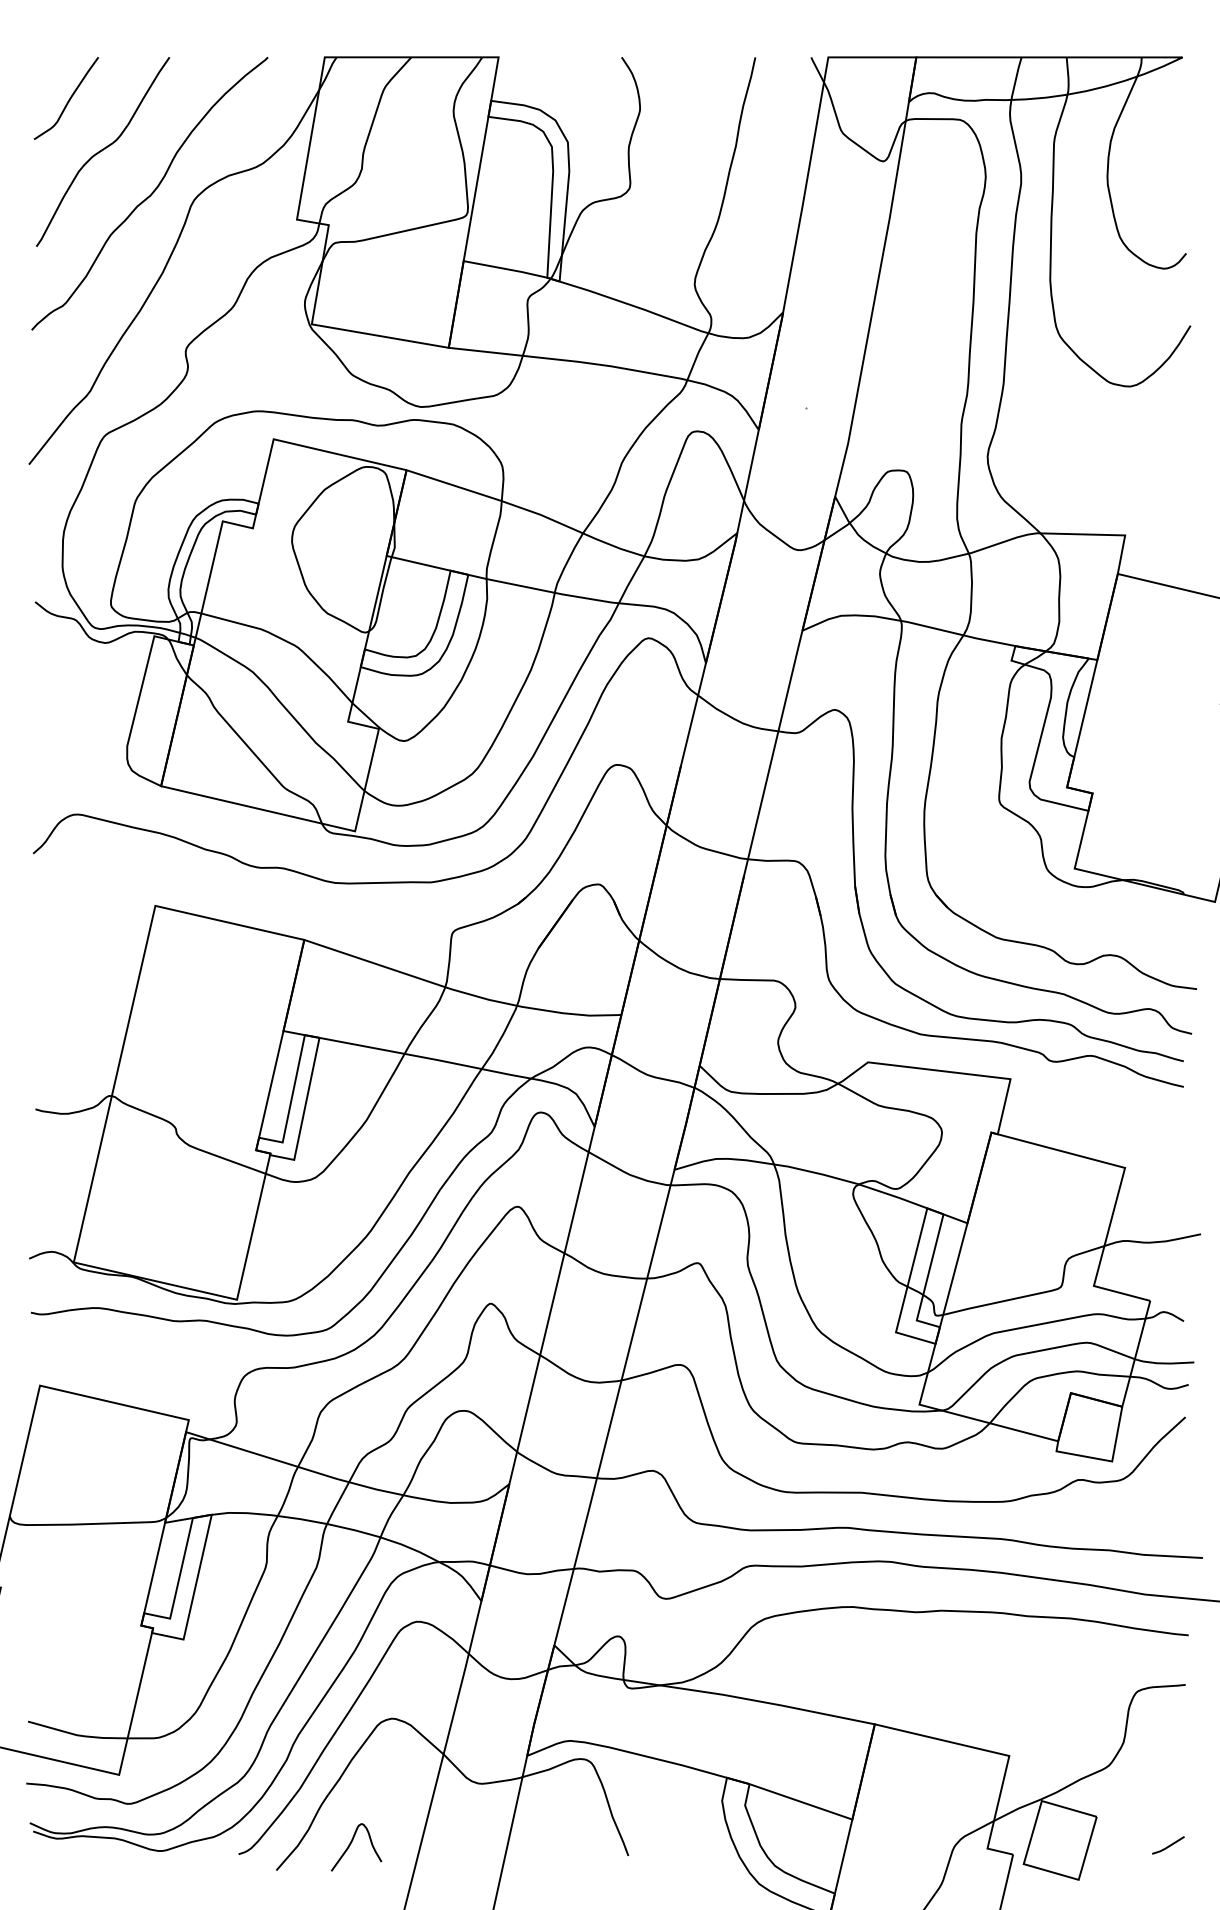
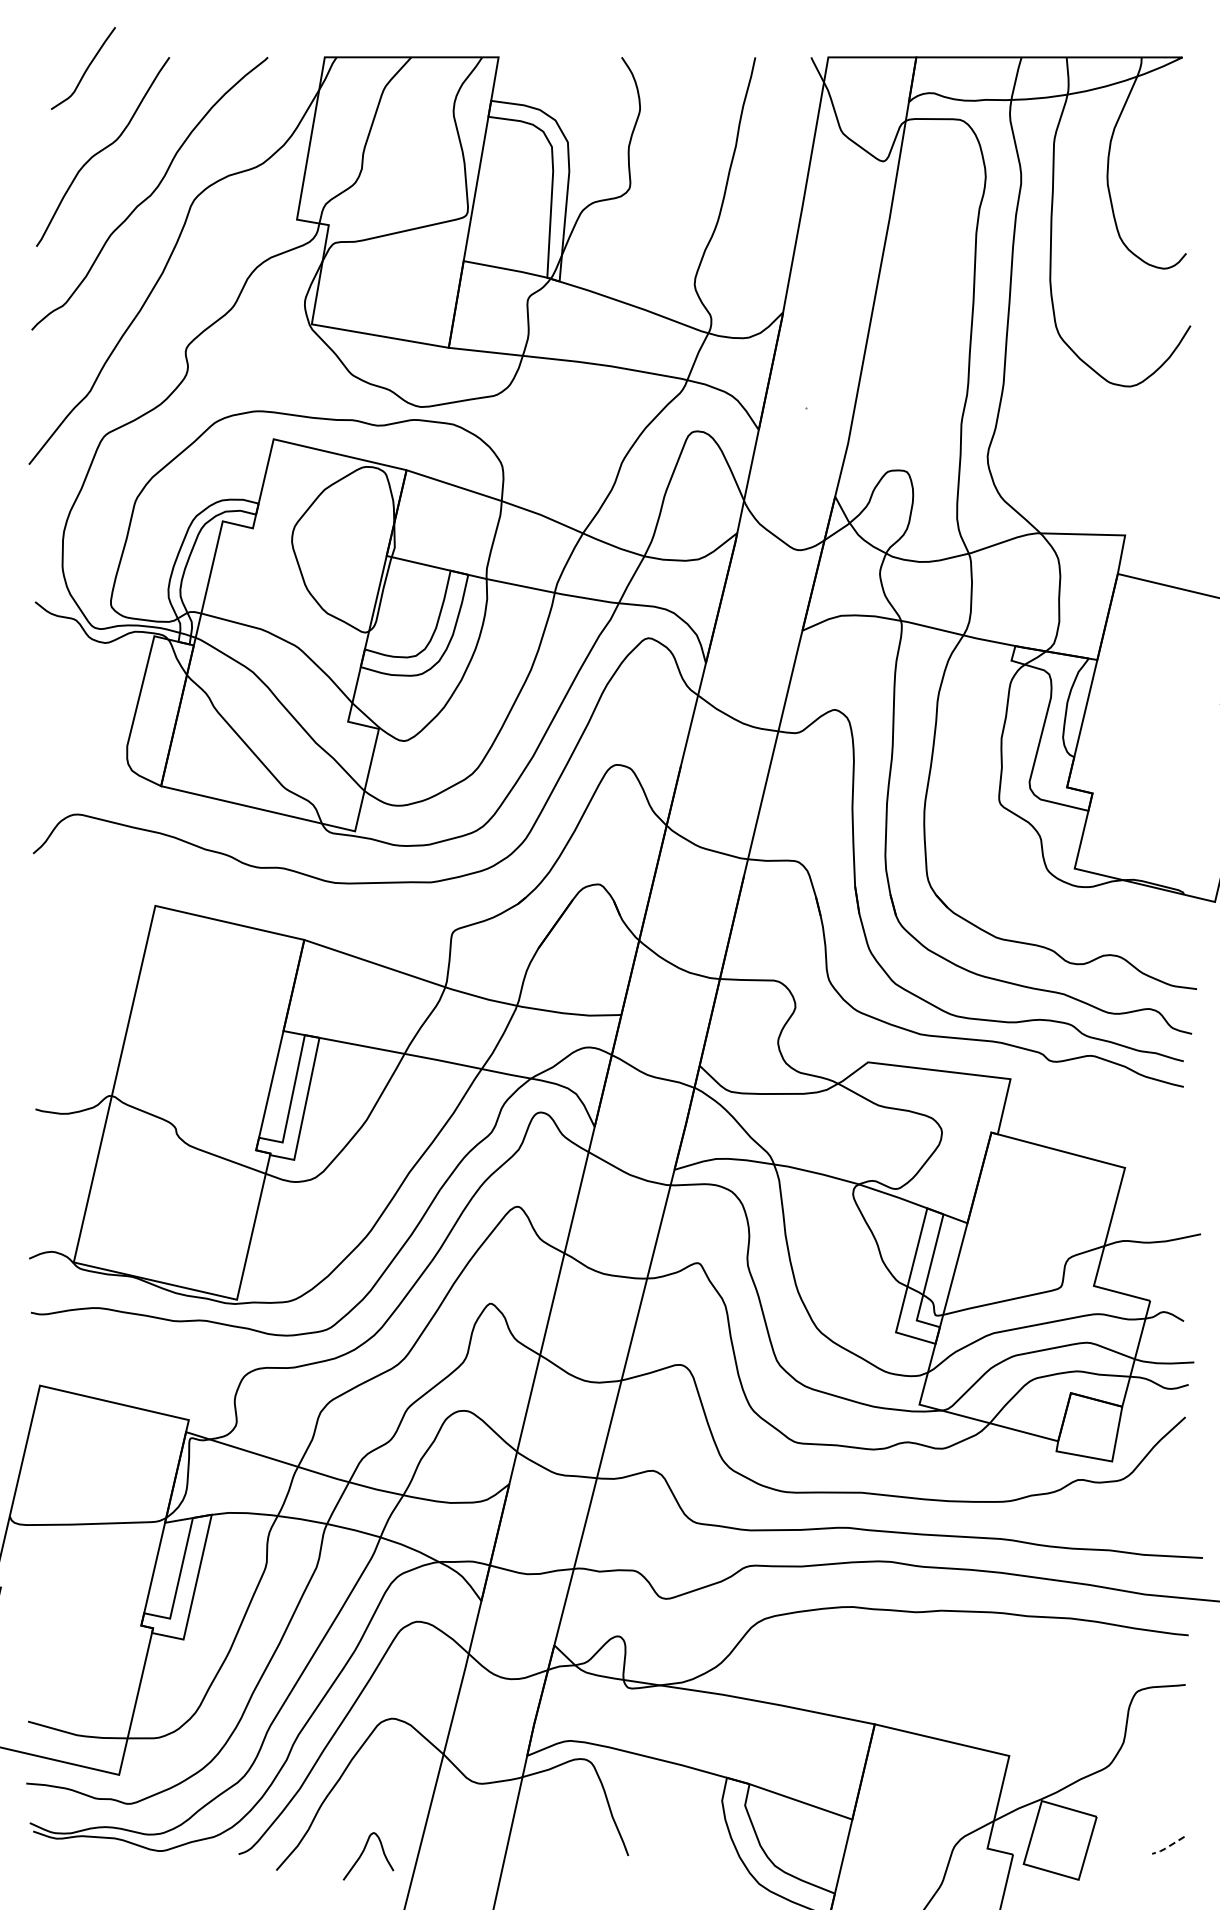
curve at (68, 99) position: (68, 99) -> (85, 69)
curve at (350, 1845) position: (350, 1845) -> (362, 1854)
line at (1167, 1847): solid -> dashed
